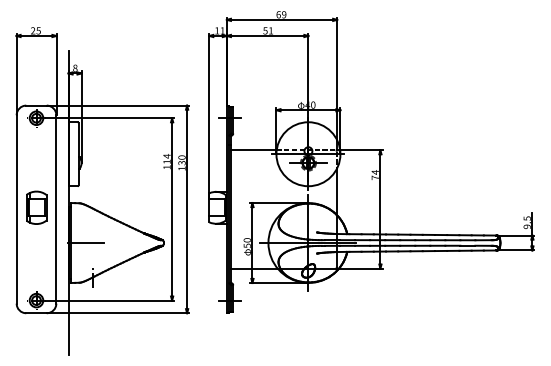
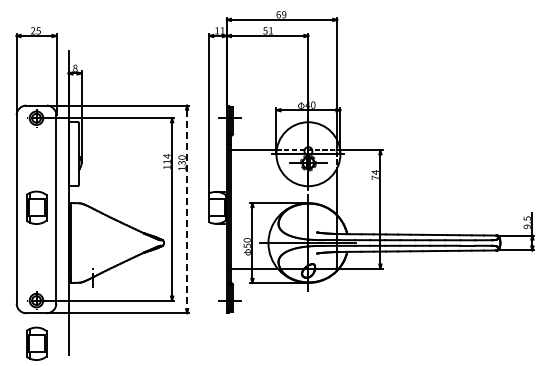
line at (187, 209): solid -> dashed
line at (85, 243): present -> none
part at (36, 343): none -> present
